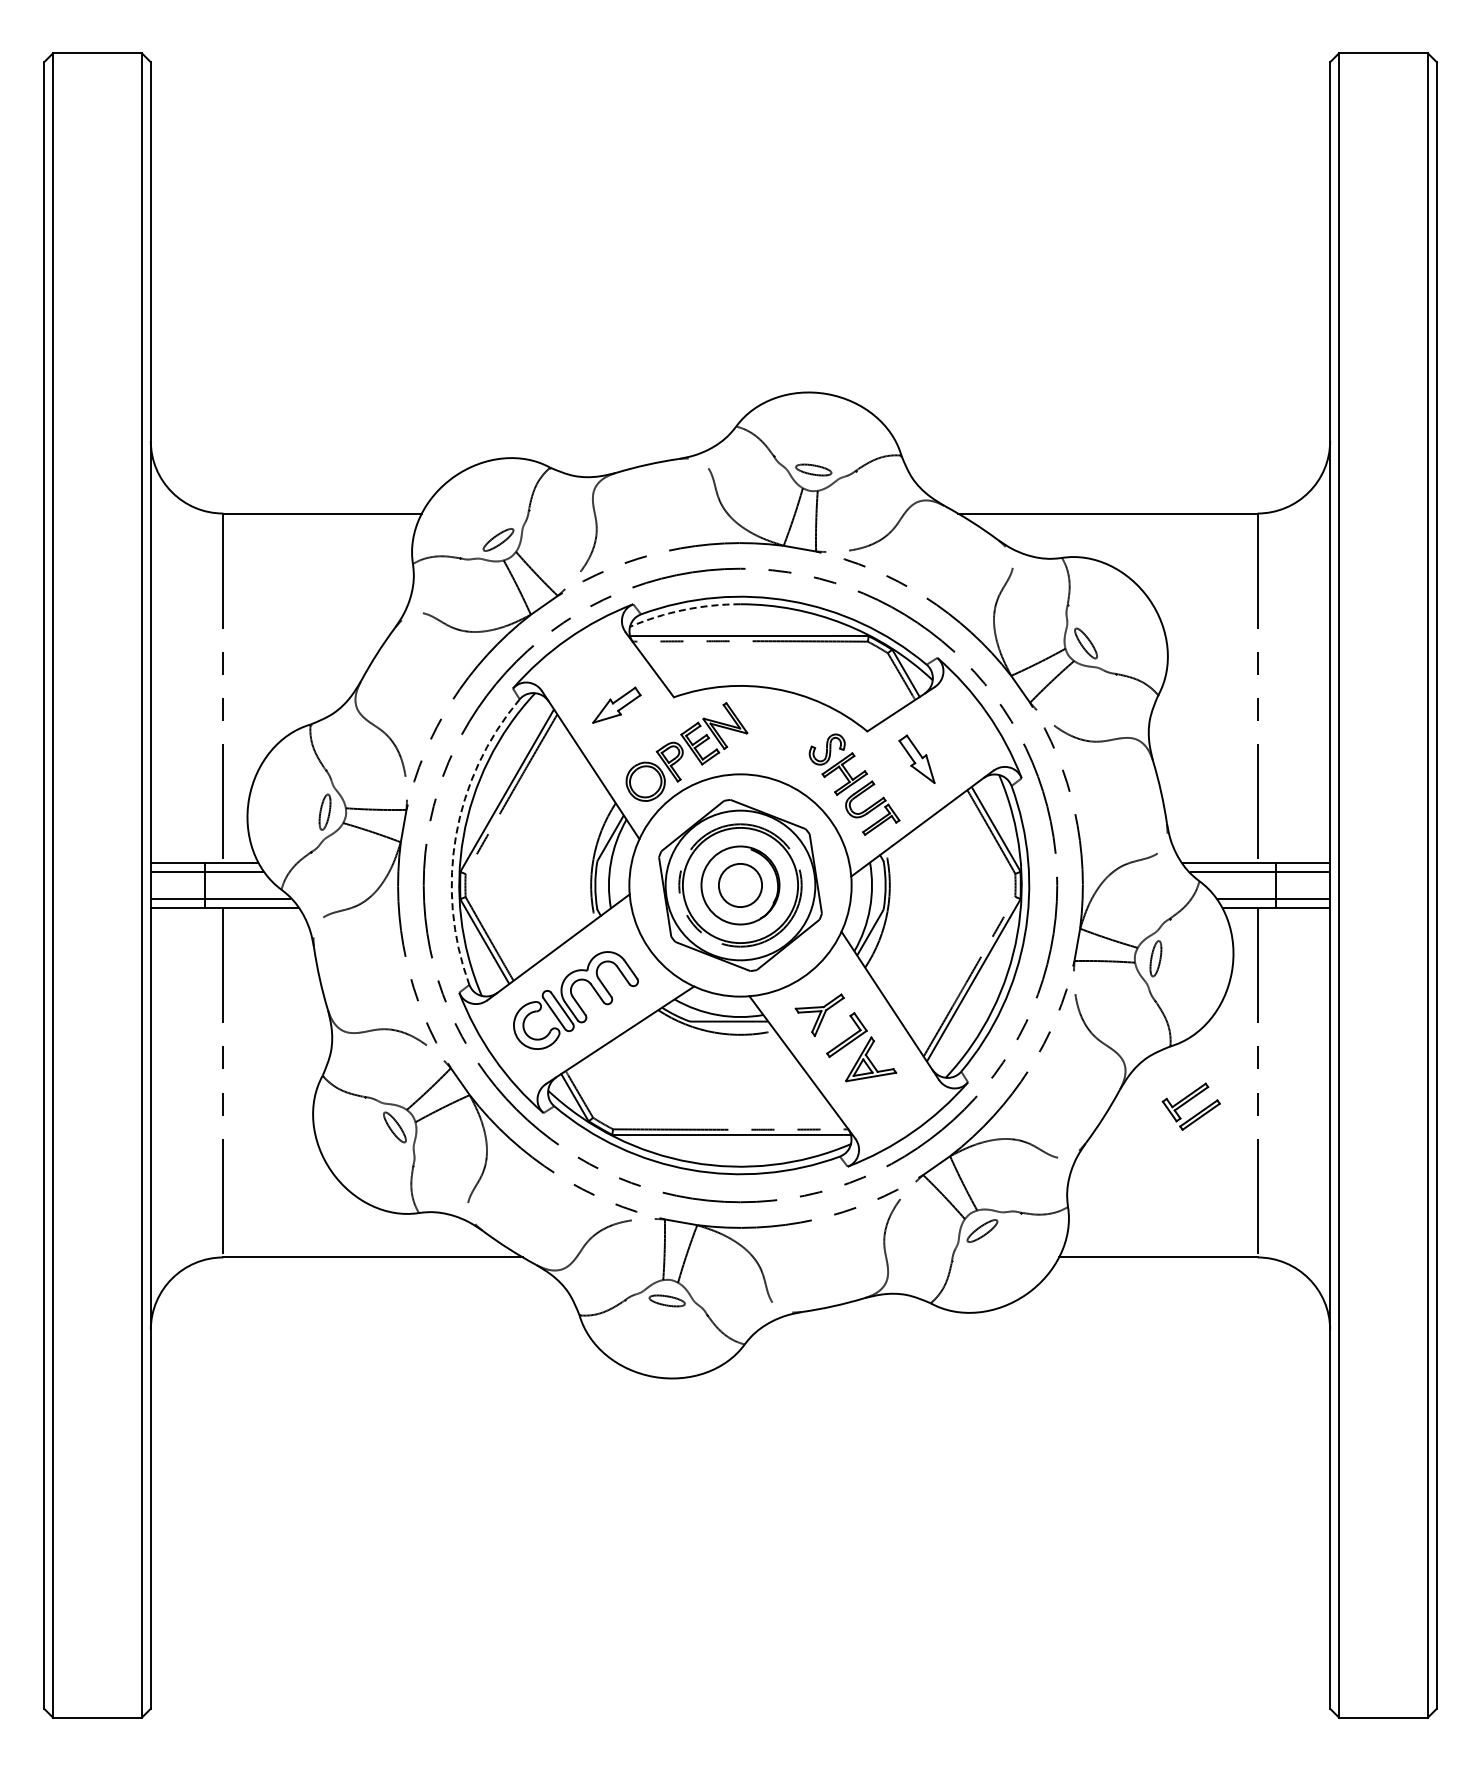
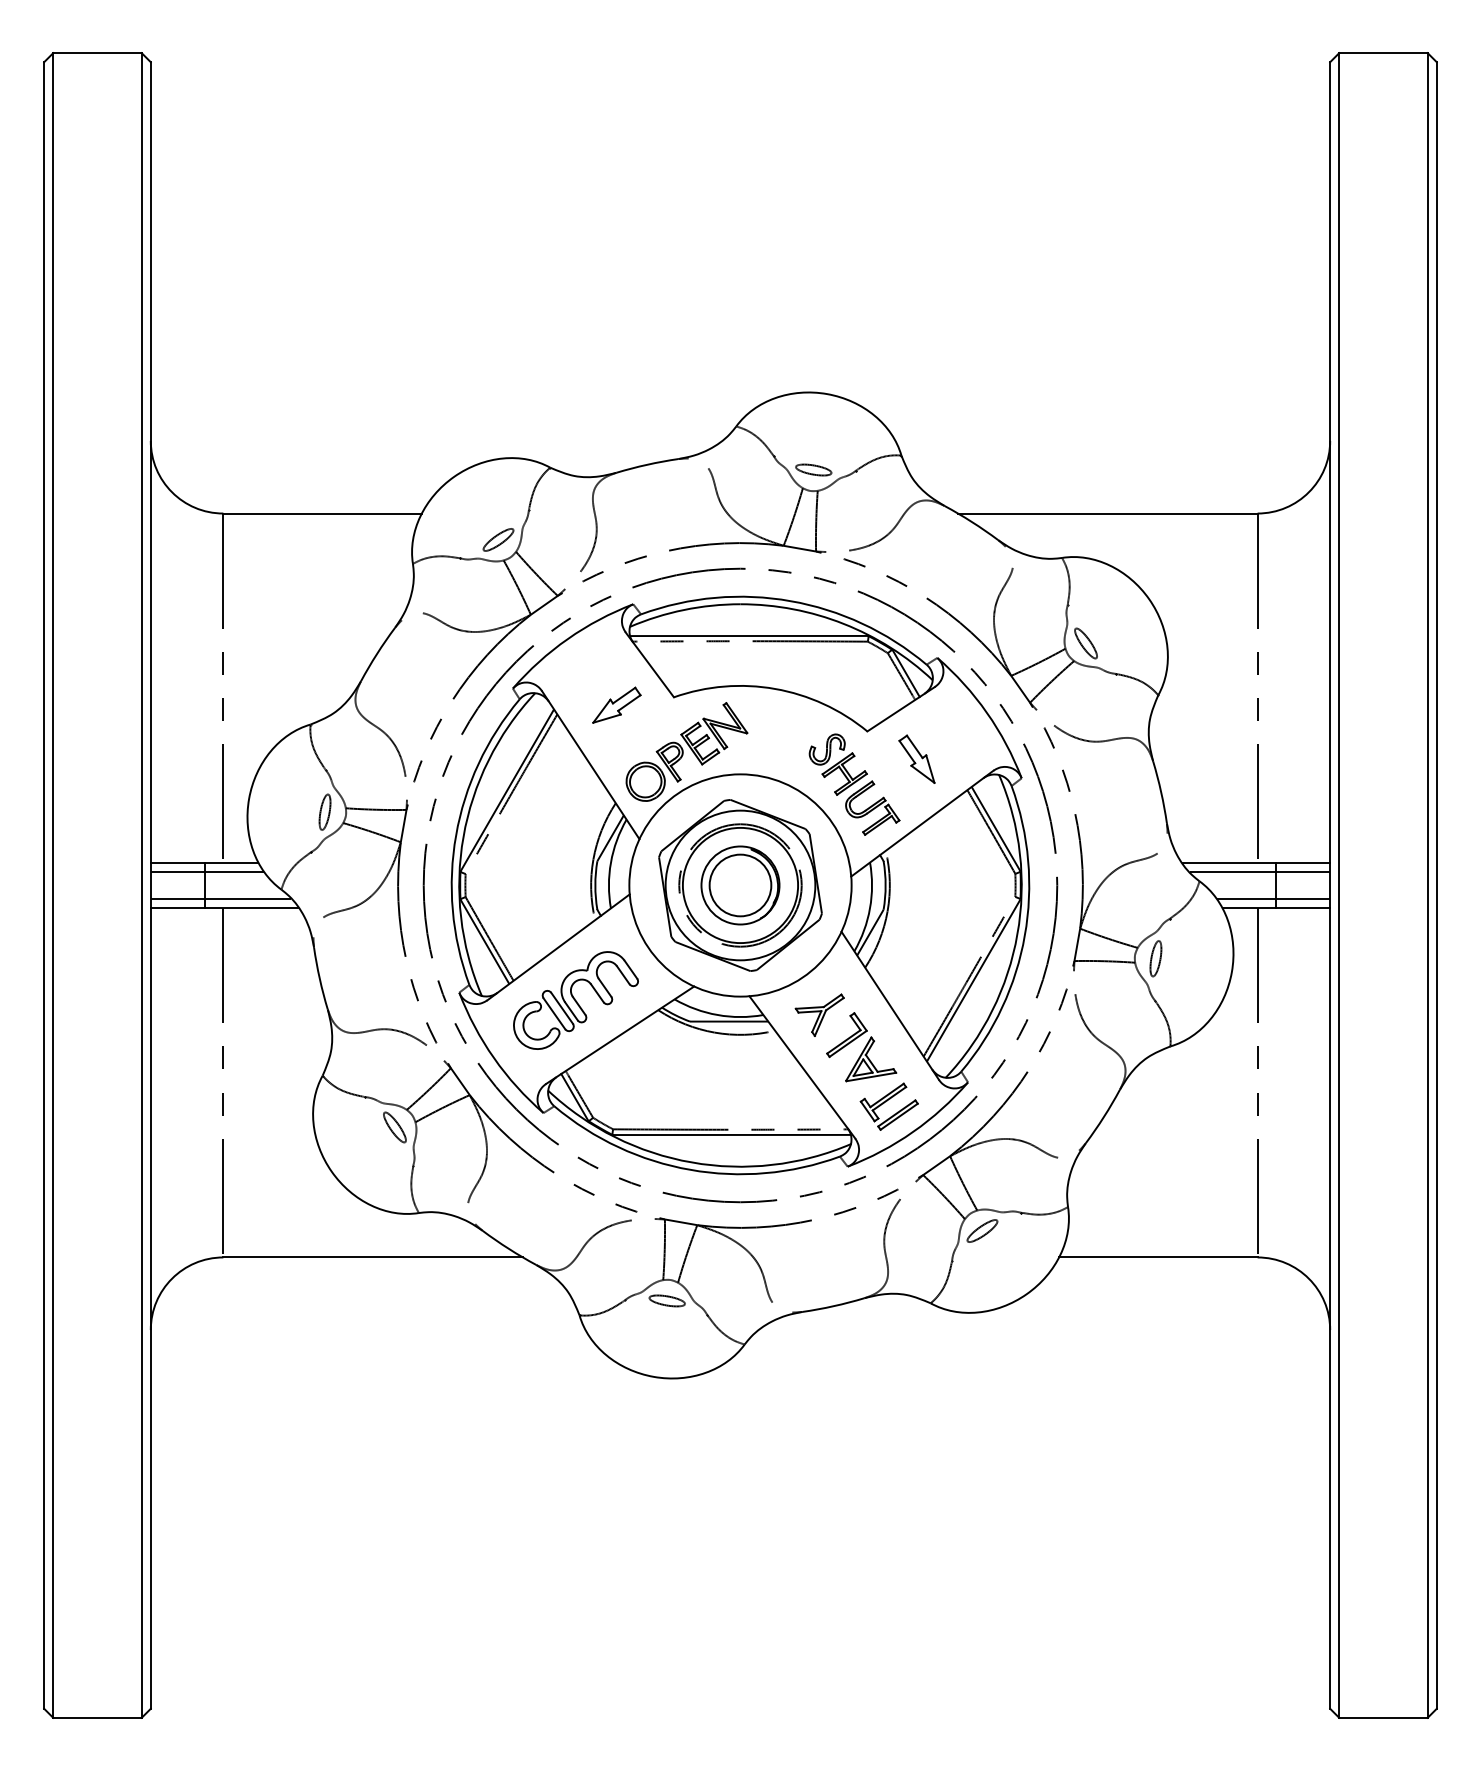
arc at (684, 609): dashed -> solid
arc at (456, 835): dashed -> solid
circle at (740, 885) diameter: 43 px -> 62 px
part at (1190, 1106) position: (1190, 1106) -> (888, 1106)
